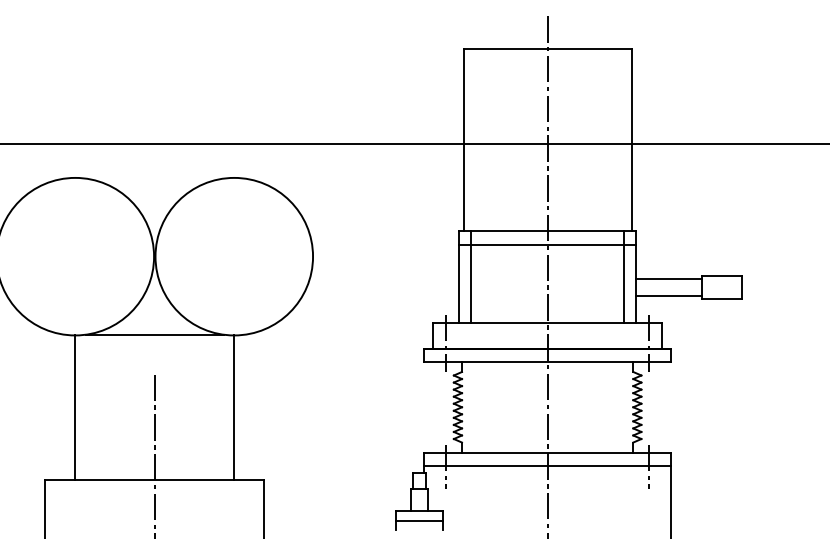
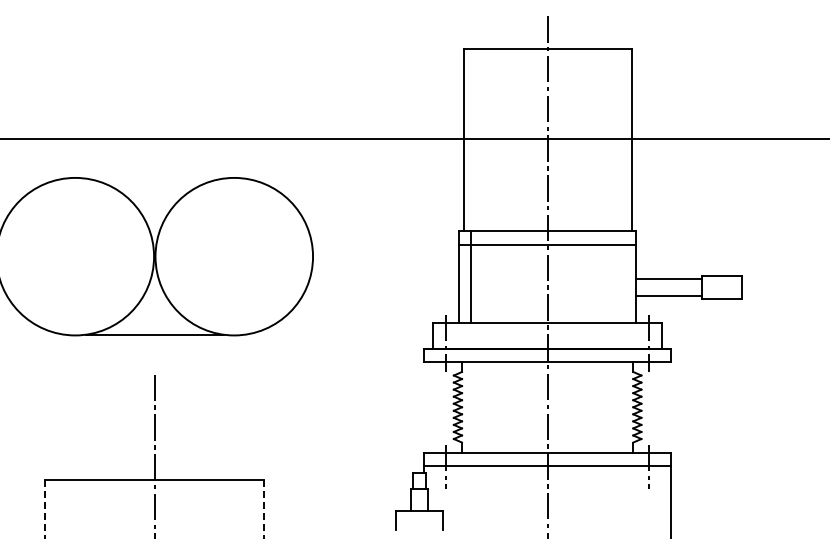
line at (414, 144) position: (414, 144) -> (414, 139)
line at (623, 276): present -> none
line at (75, 407): present -> none
line at (234, 407): present -> none
line at (45, 509): solid -> dashed
line at (264, 509): solid -> dashed
line at (419, 520): present -> none
